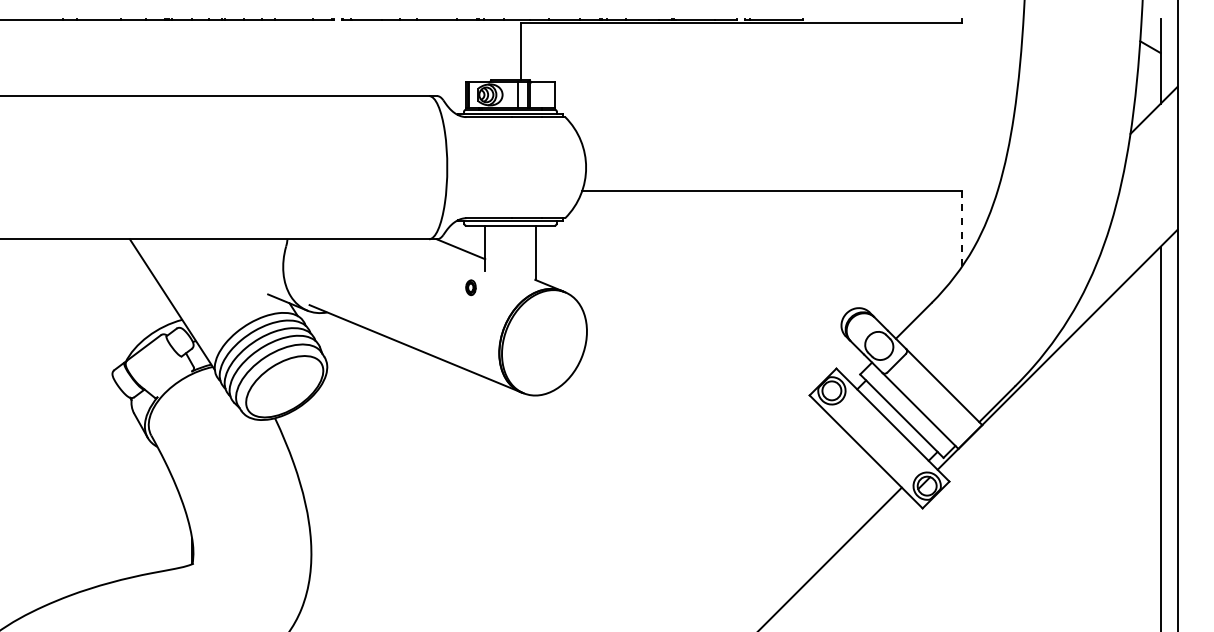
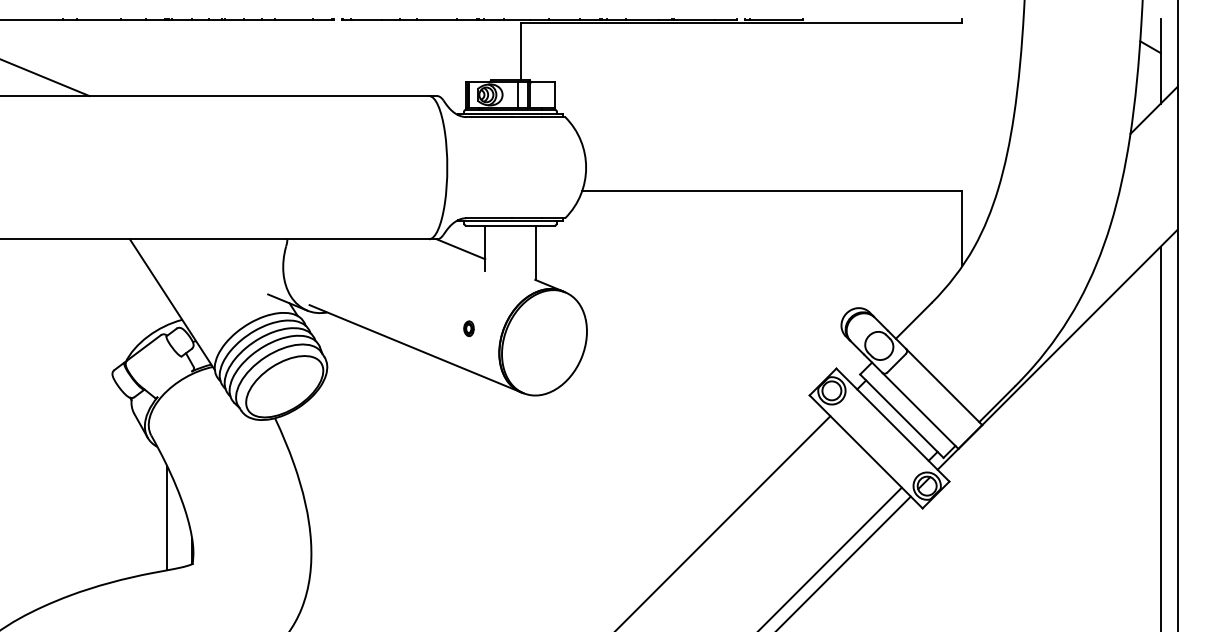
line at (45, 78): none -> present
line at (962, 228): dashed -> solid
part at (470, 287) position: (470, 287) -> (468, 328)
line at (166, 517): none -> present
line at (724, 522): none -> present
line at (844, 562): none -> present
